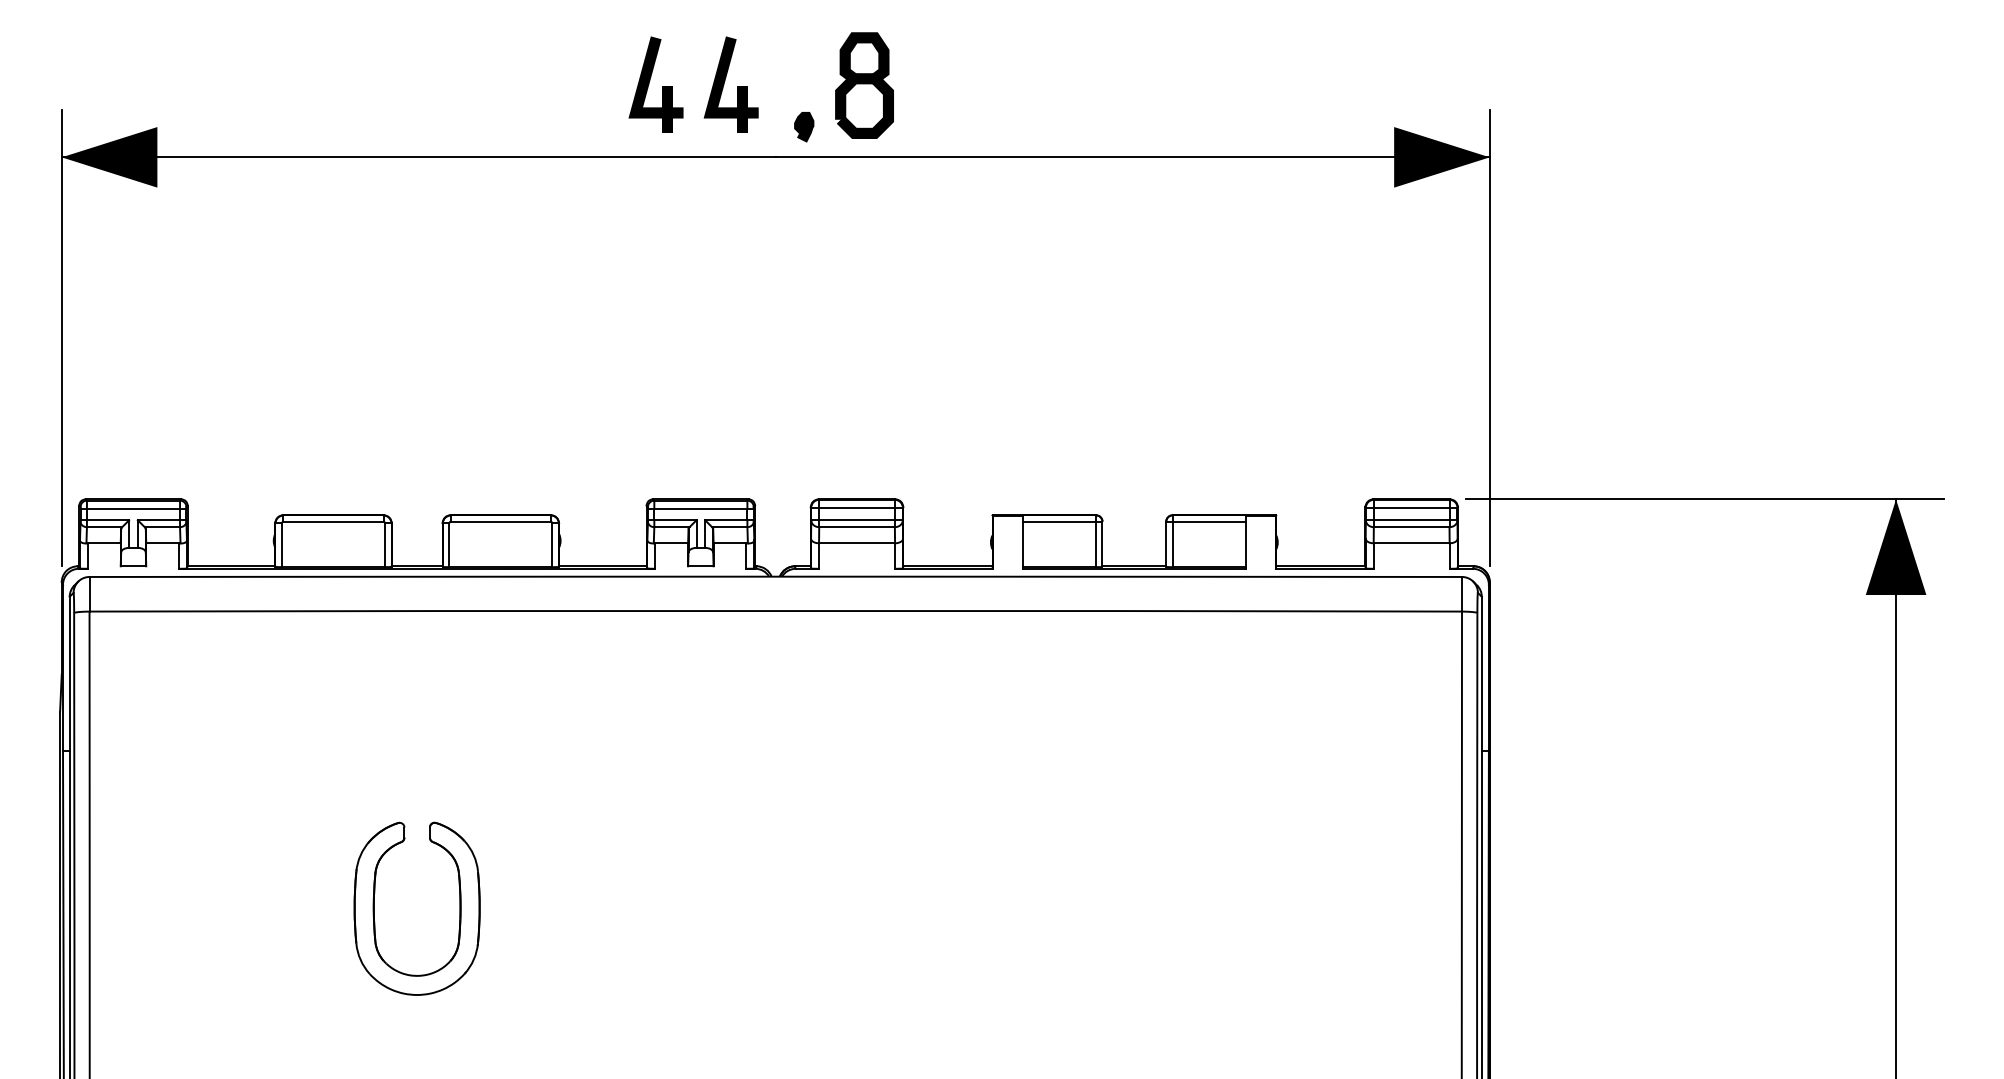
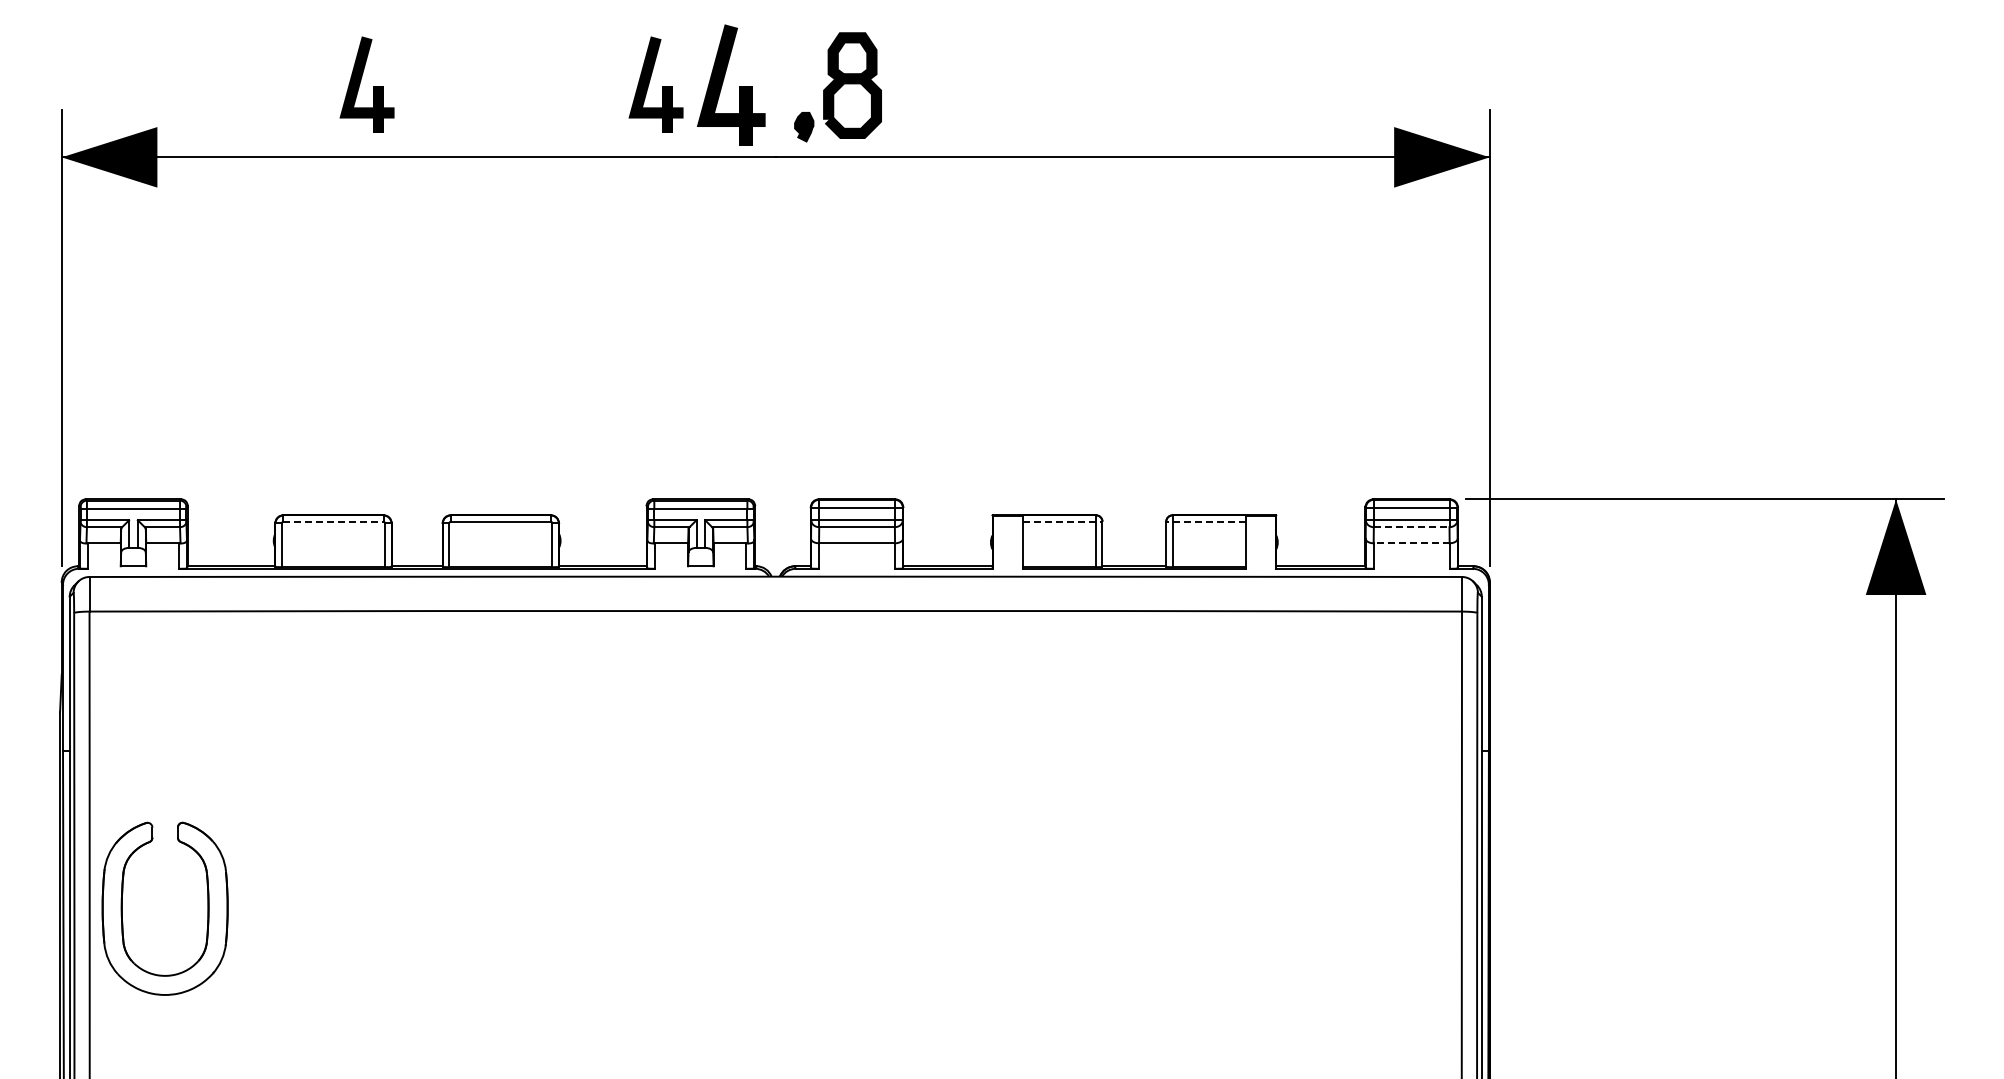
part at (366, 84): none -> present
part at (730, 84) size: 56x97 px -> 69x122 px
part at (864, 85) position: (864, 85) -> (852, 85)
line at (334, 521): solid -> dashed
line at (1062, 521): solid -> dashed
line at (1206, 521): solid -> dashed
line at (1411, 527): solid -> dashed
line at (1411, 543): solid -> dashed
part at (374, 908) position: (374, 908) -> (122, 908)
